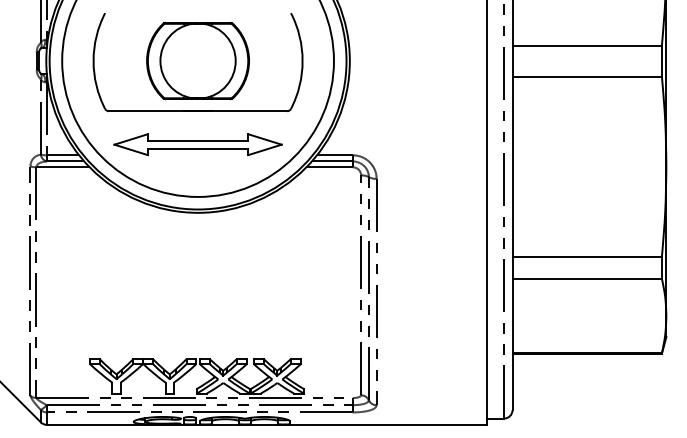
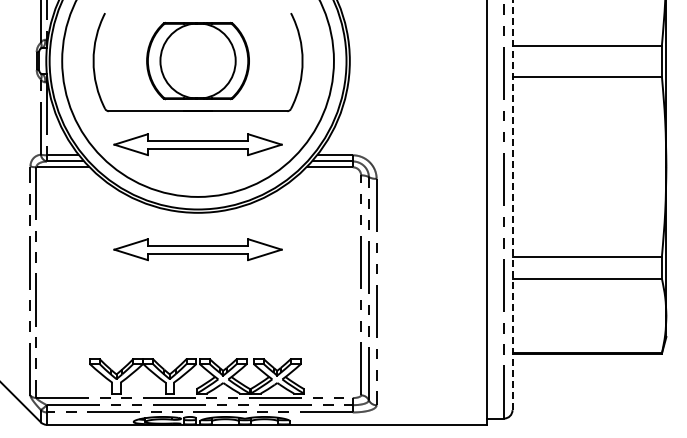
line at (512, 205): solid -> dashed
part at (197, 249): none -> present
